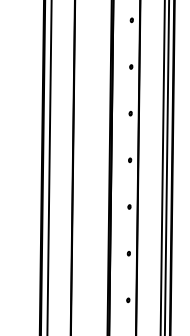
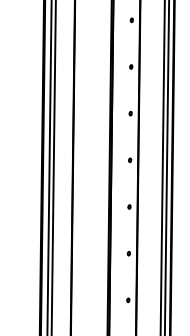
line at (53, 167): none -> present
